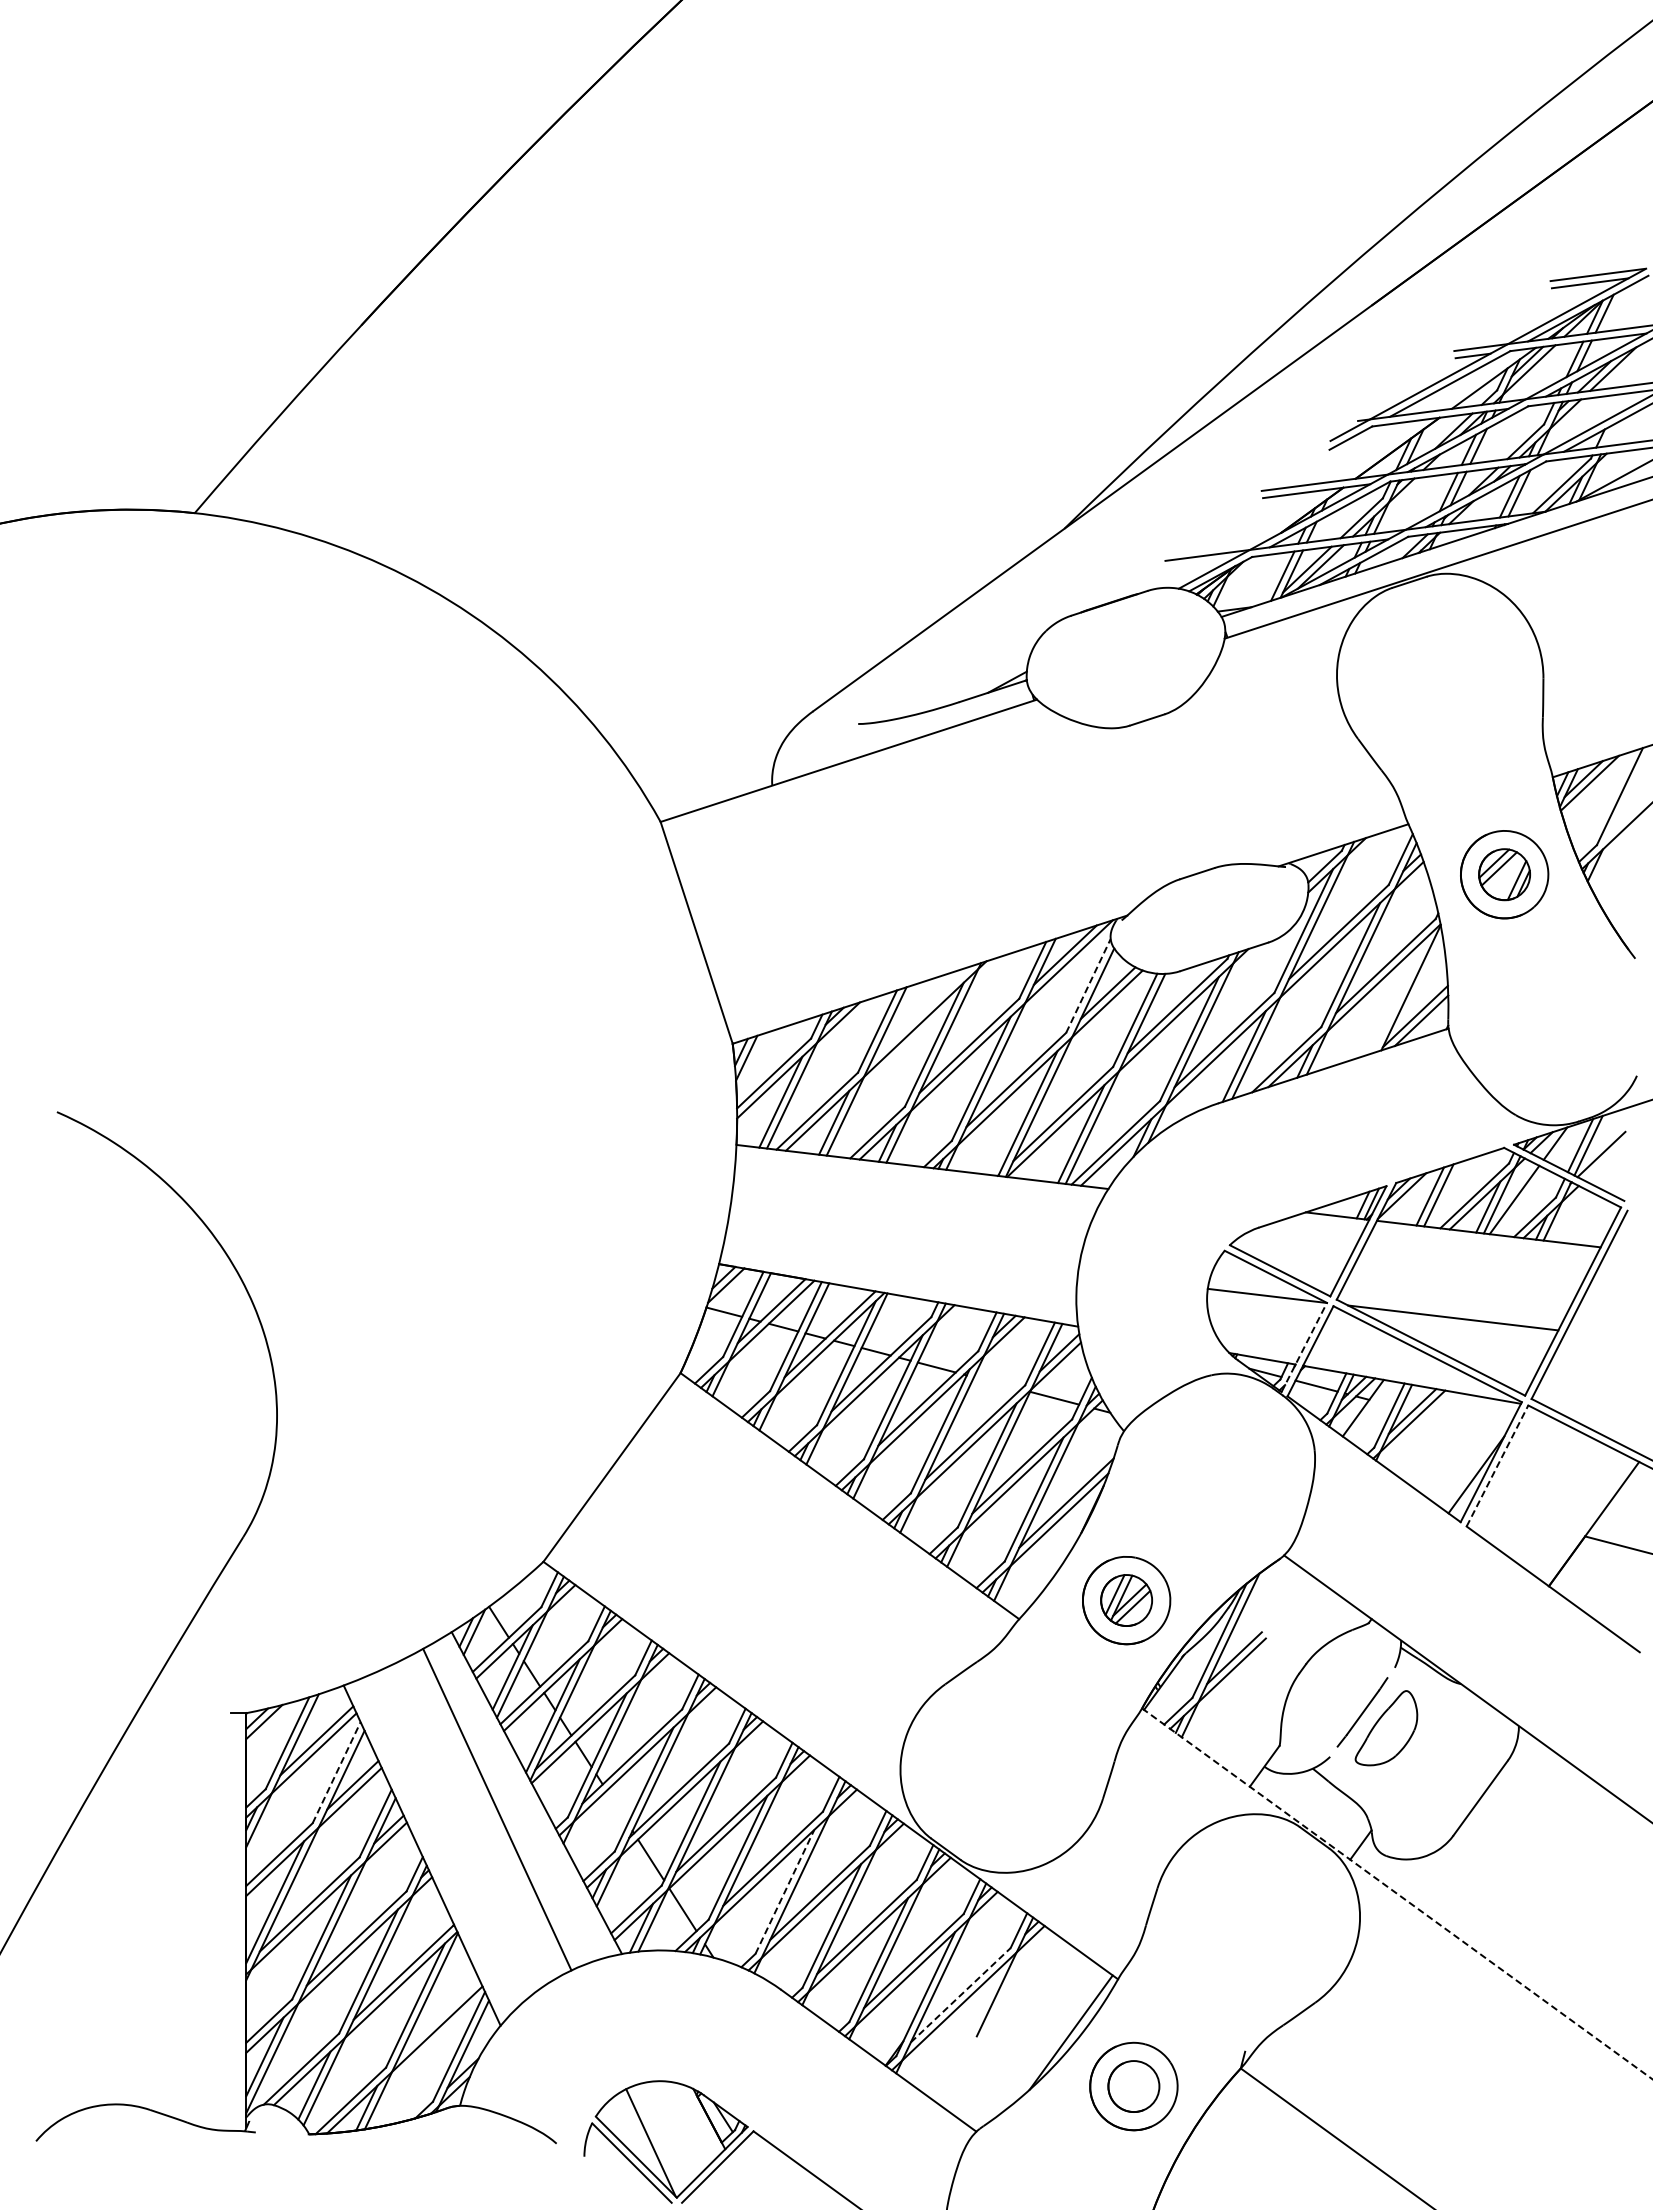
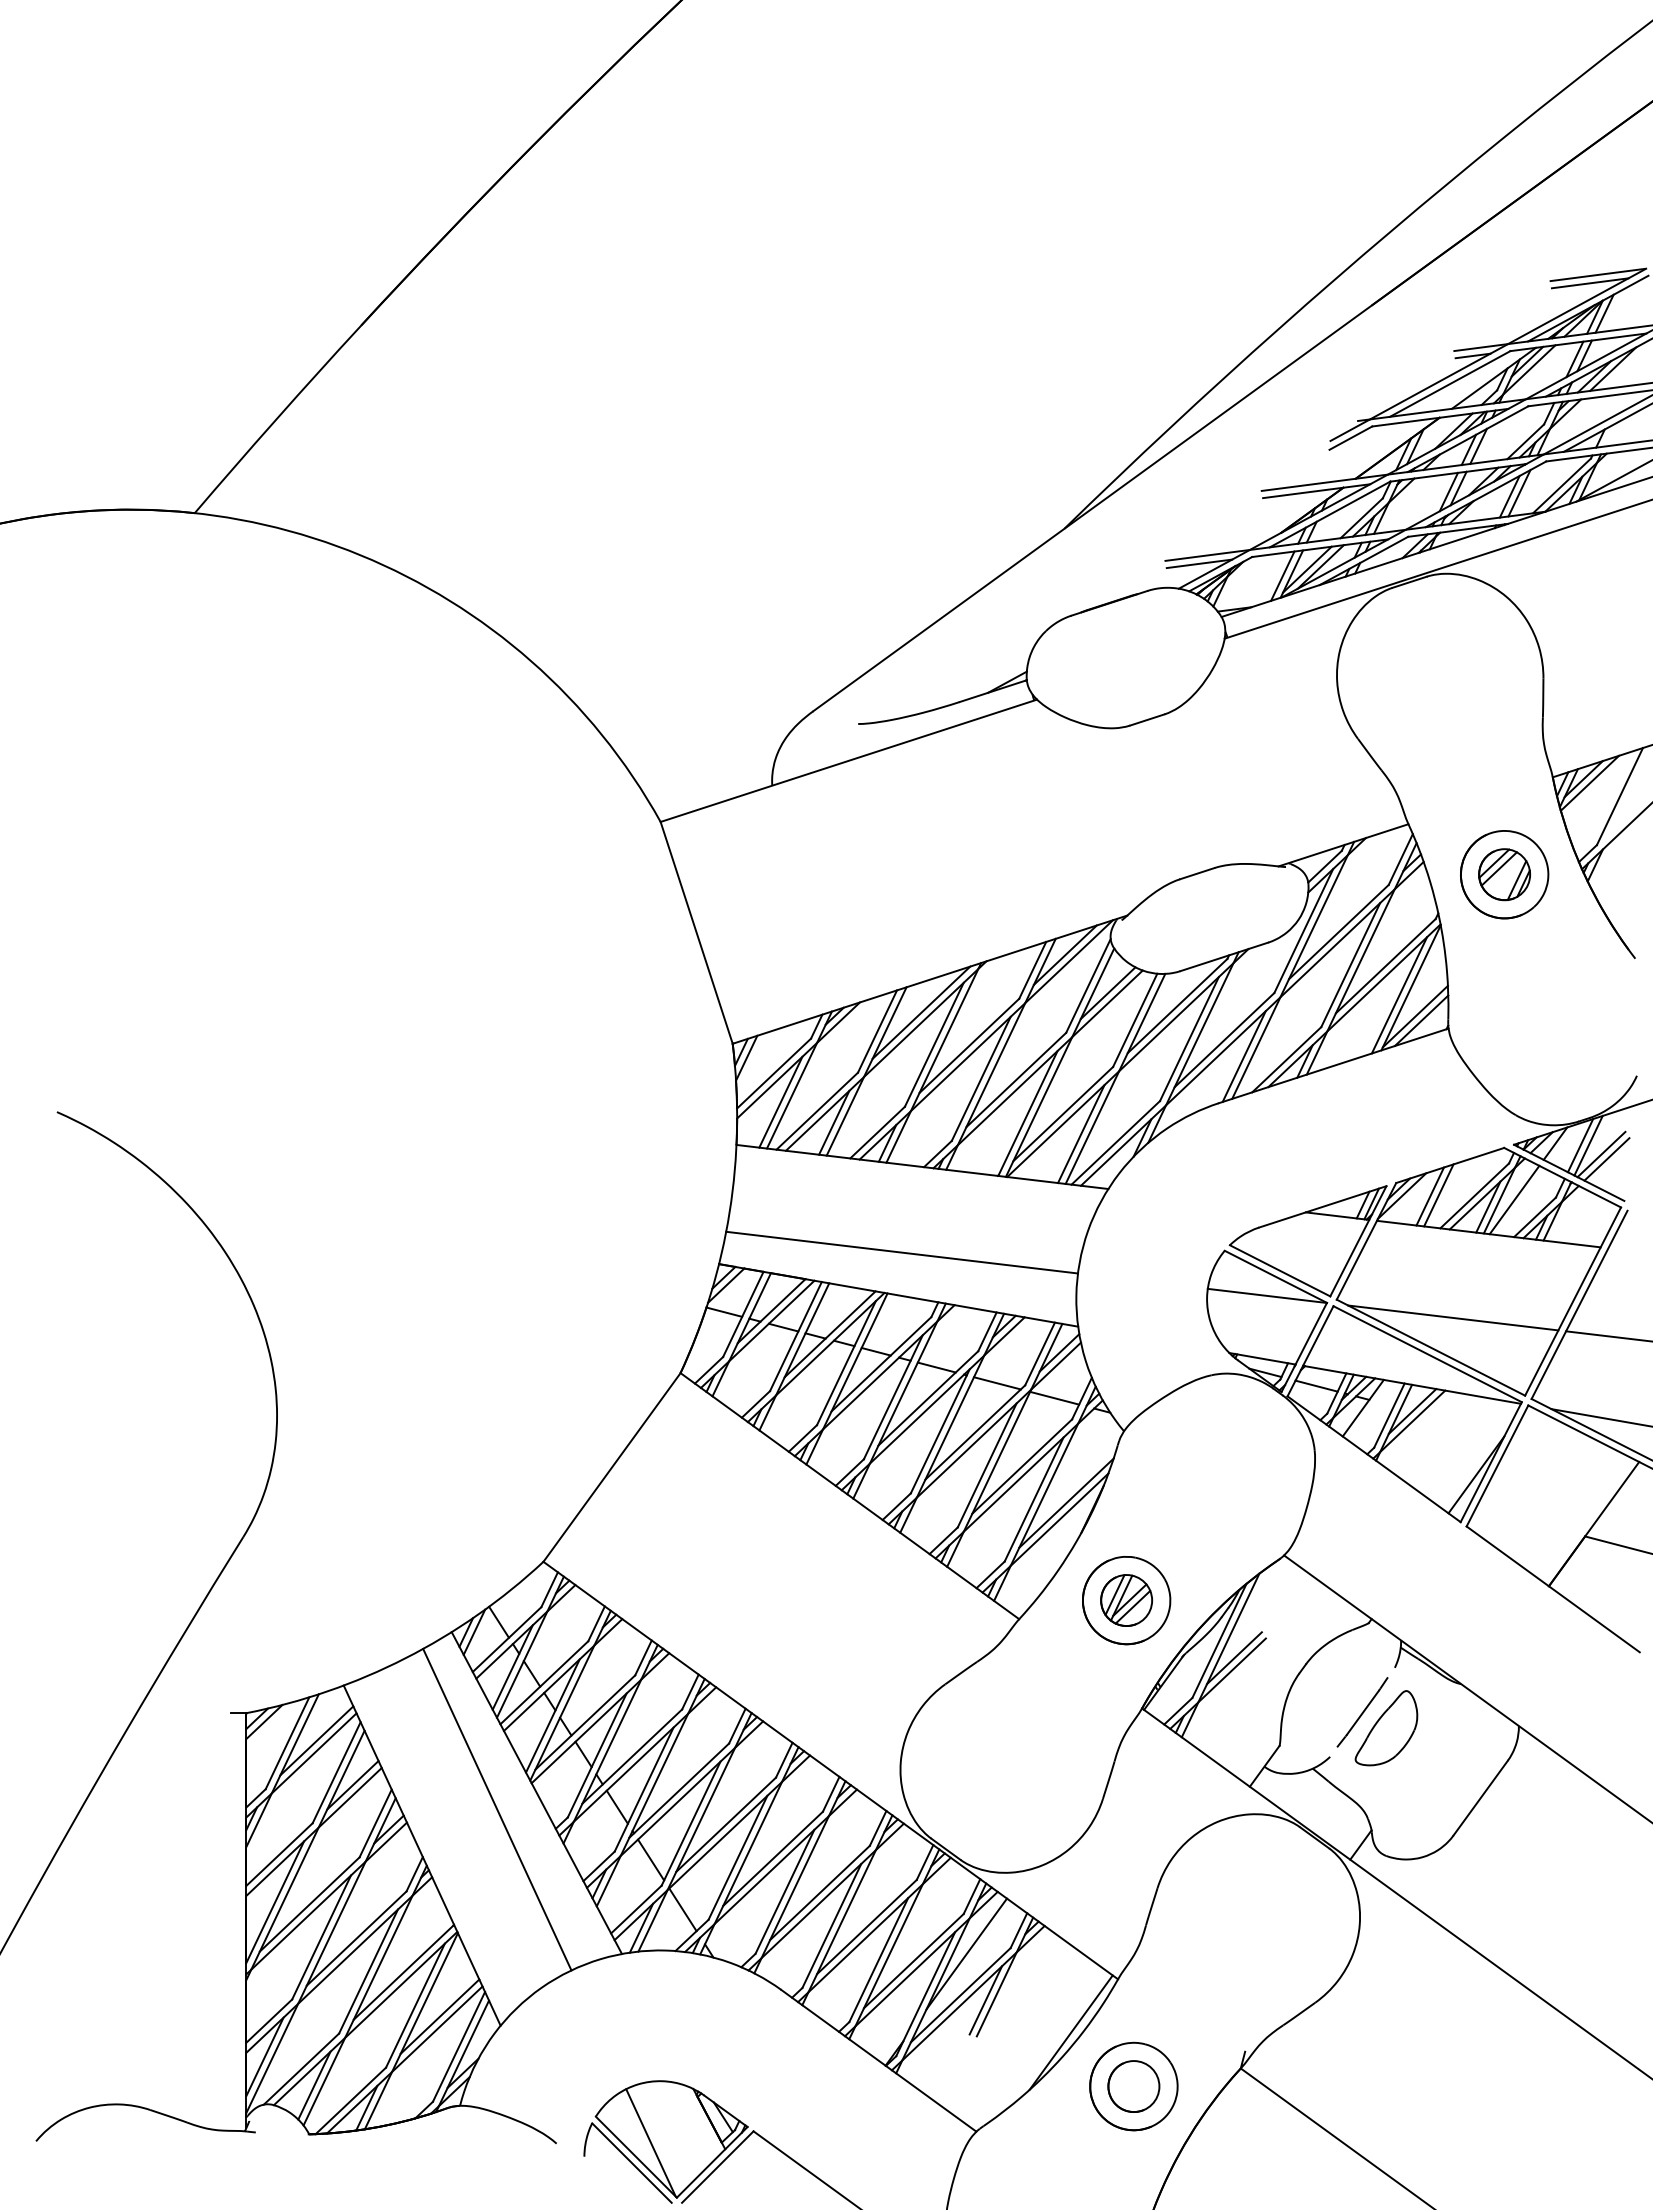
line at (1199, 563): none -> present
line at (1088, 985): dashed -> solid
line at (1399, 995): none -> present
line at (921, 1012): none -> present
line at (1606, 1159): none -> present
line at (901, 1252): none -> present
line at (1607, 1336): none -> present
line at (1304, 1347): dashed -> solid
line at (997, 1383): none -> present
line at (1600, 1417): none -> present
line at (1497, 1465): dashed -> solid
line at (336, 1772): dashed -> solid
line at (616, 1806): none -> present
line at (784, 1891): dashed -> solid
line at (1397, 1894): dashed -> solid
line at (966, 1953): none -> present
line at (960, 1995): dashed -> solid
line at (985, 2000): none -> present
line at (439, 2016): none -> present
